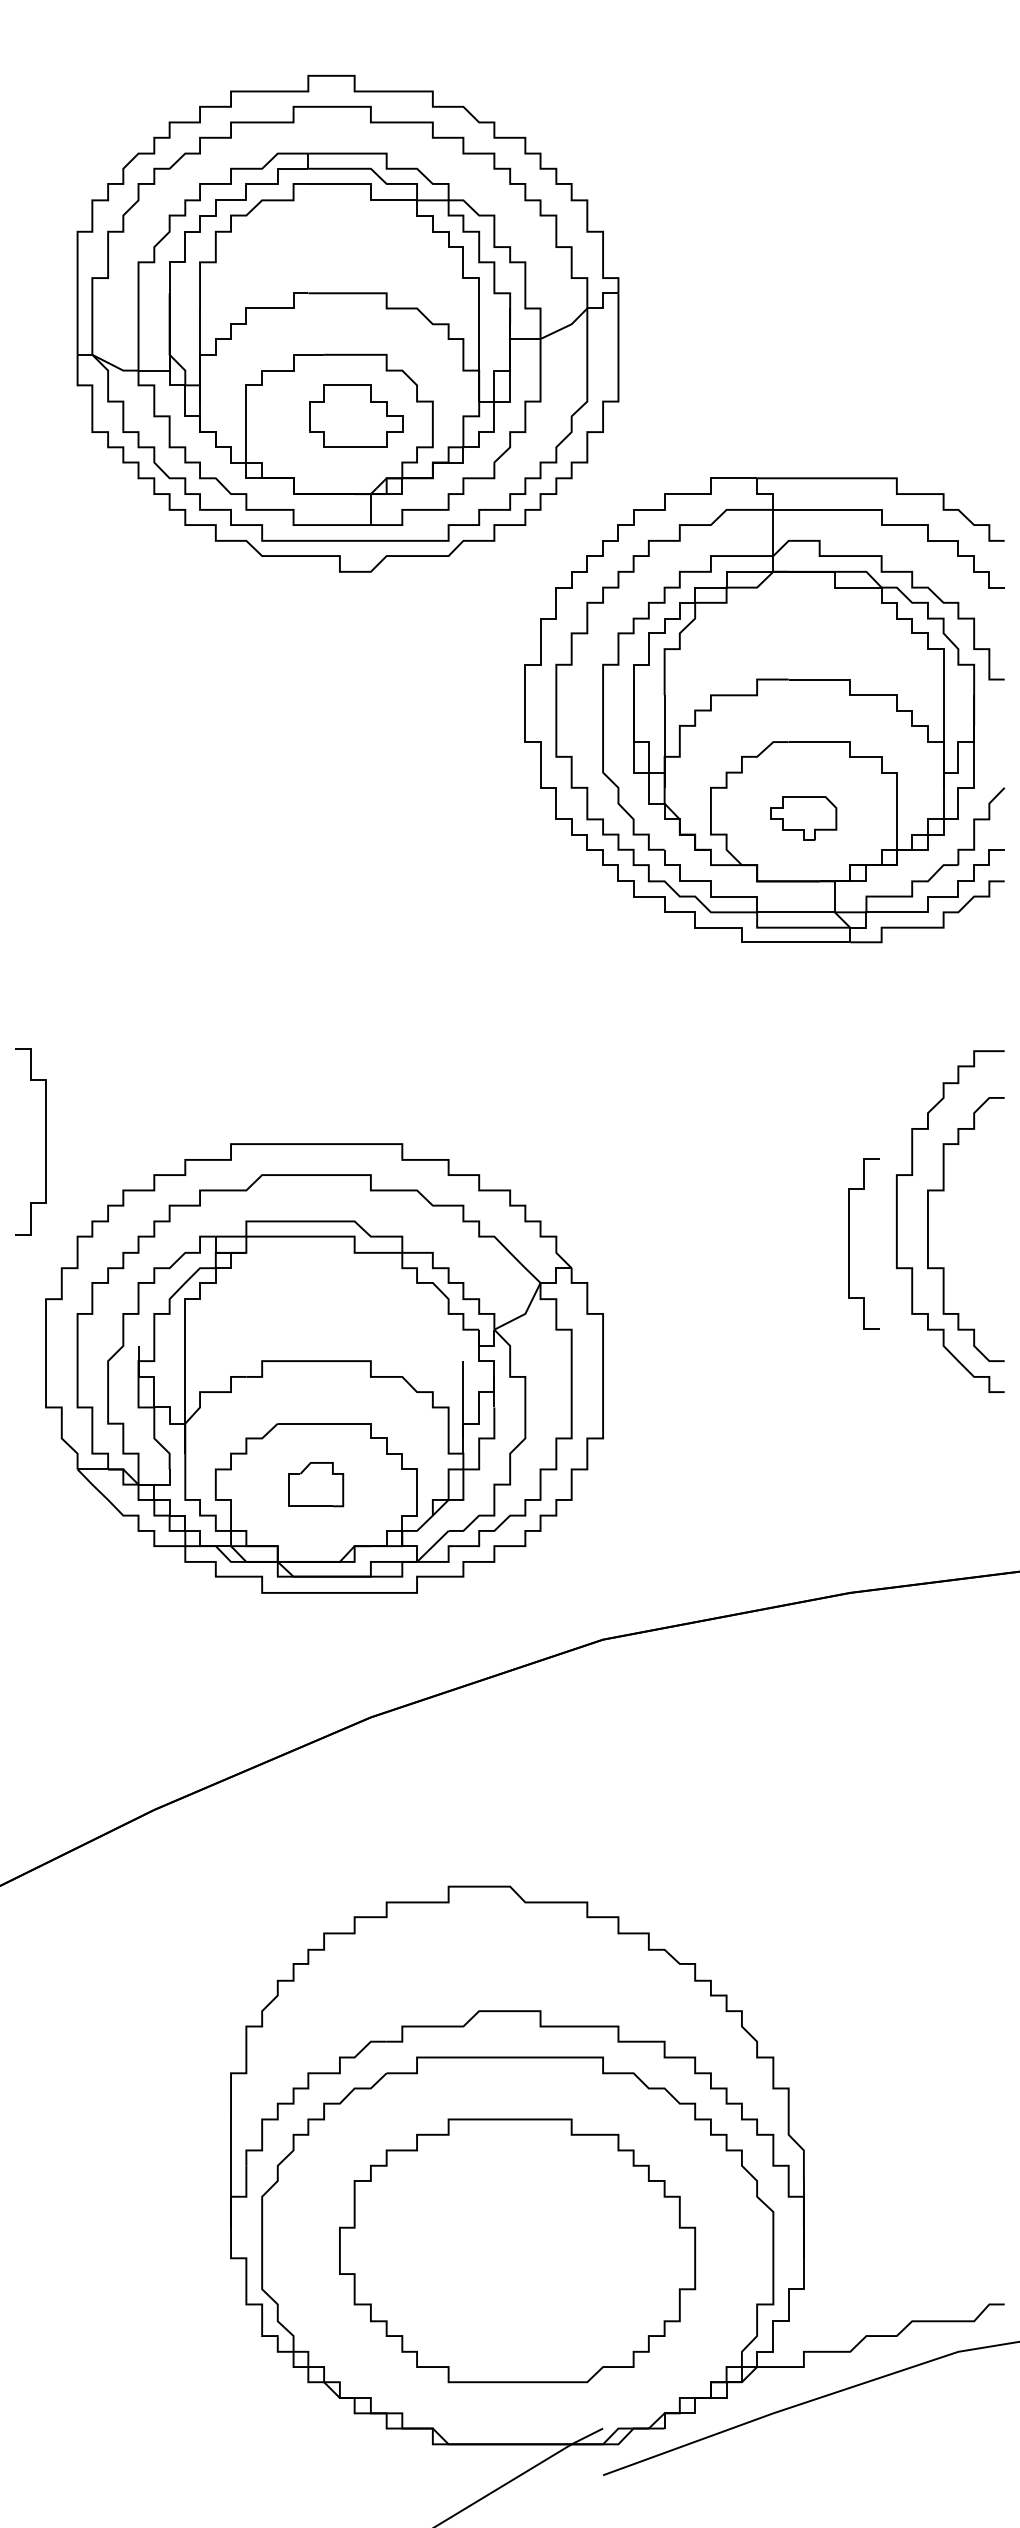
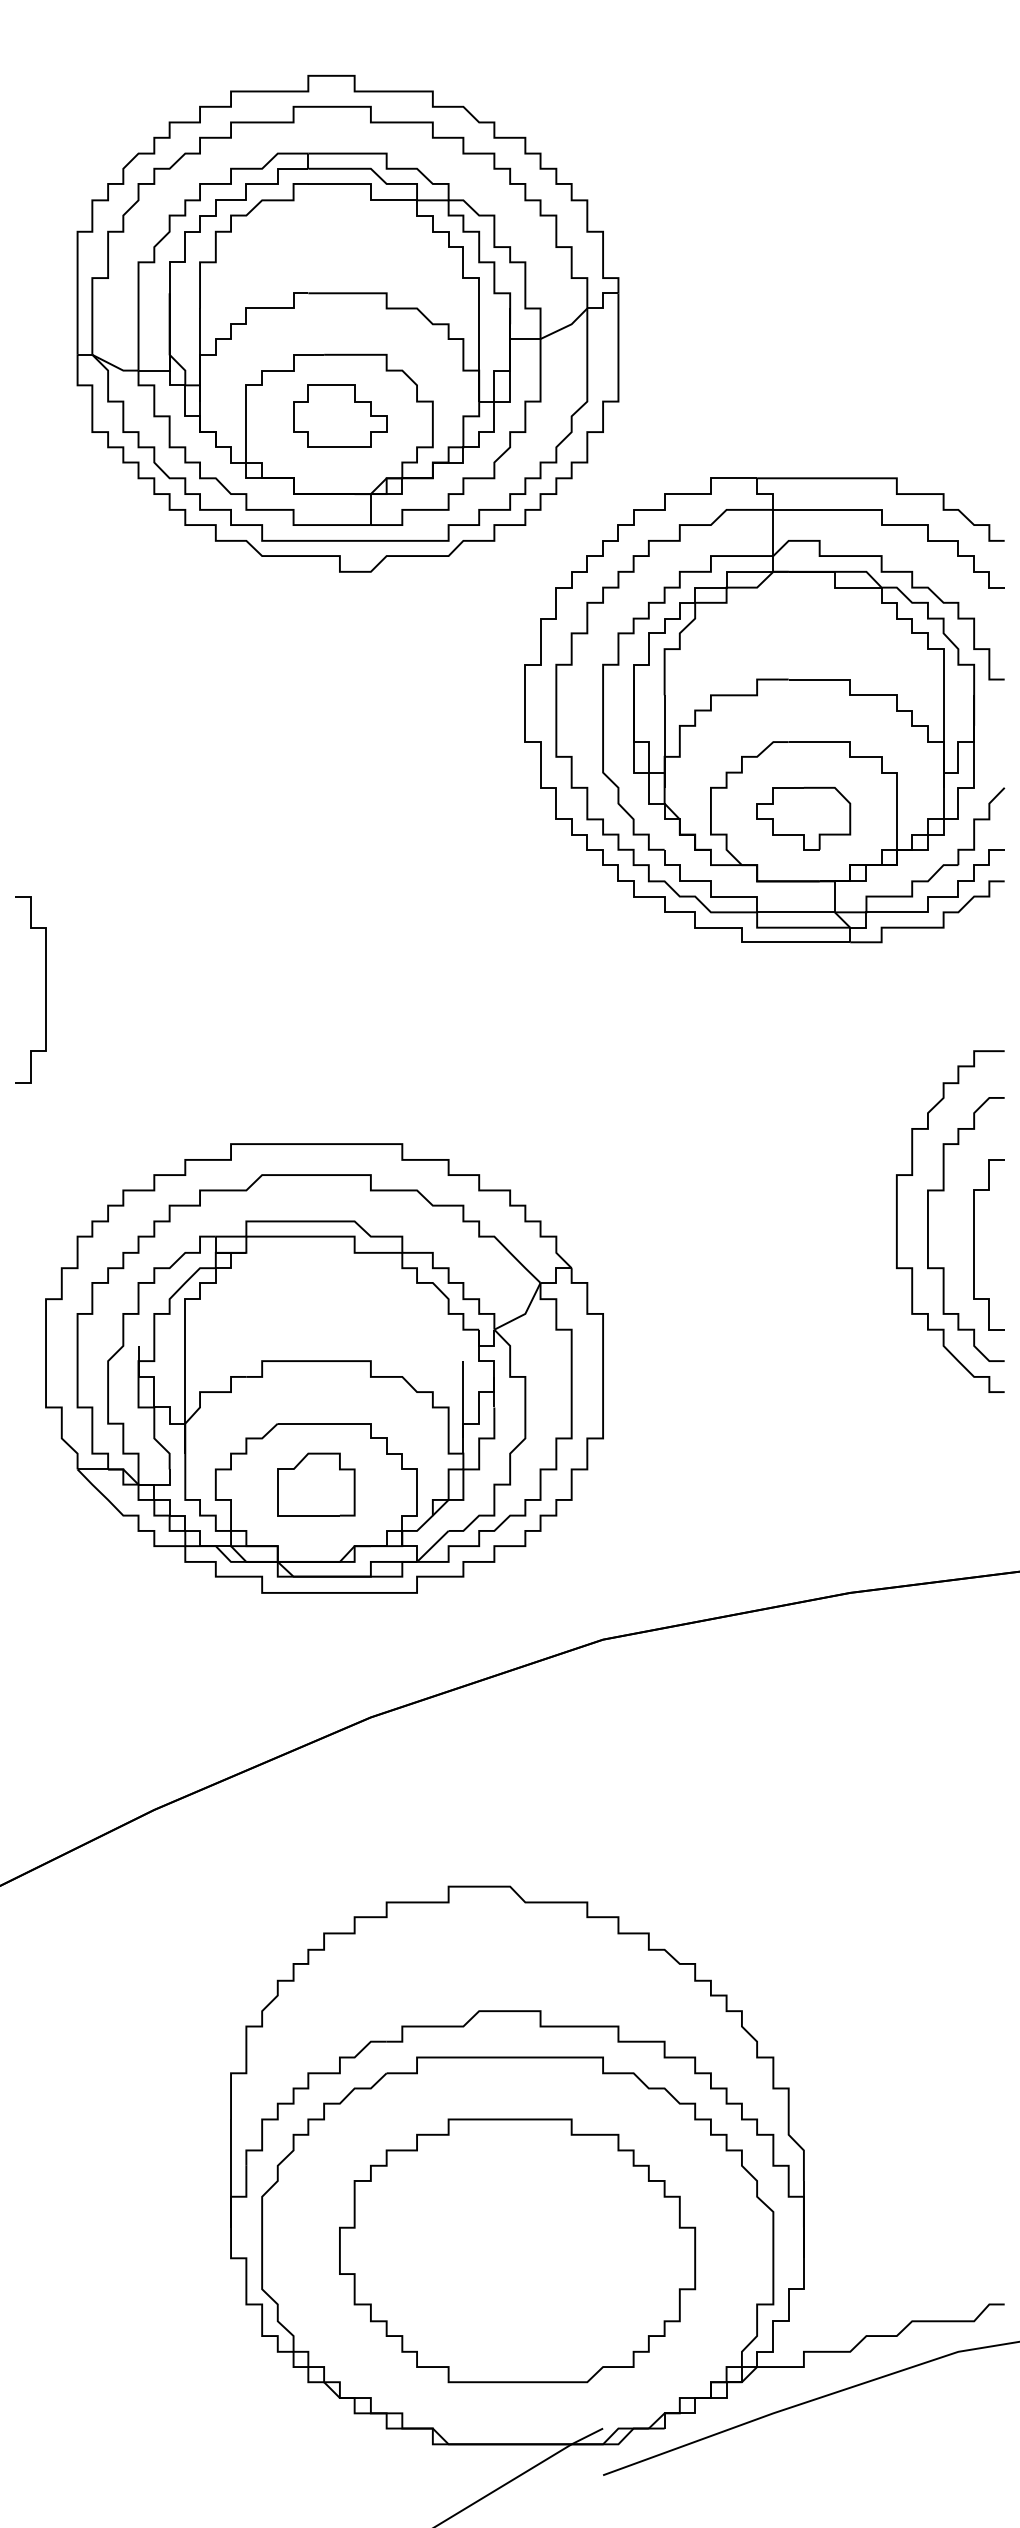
part at (356, 415) position: (356, 415) -> (340, 415)
part at (803, 818) size: 68x45 px -> 96x65 px
curve at (45, 1141) position: (45, 1141) -> (45, 989)
curve at (849, 1243) position: (849, 1243) -> (974, 1244)
part at (316, 1484) size: 57x46 px -> 79x65 px
